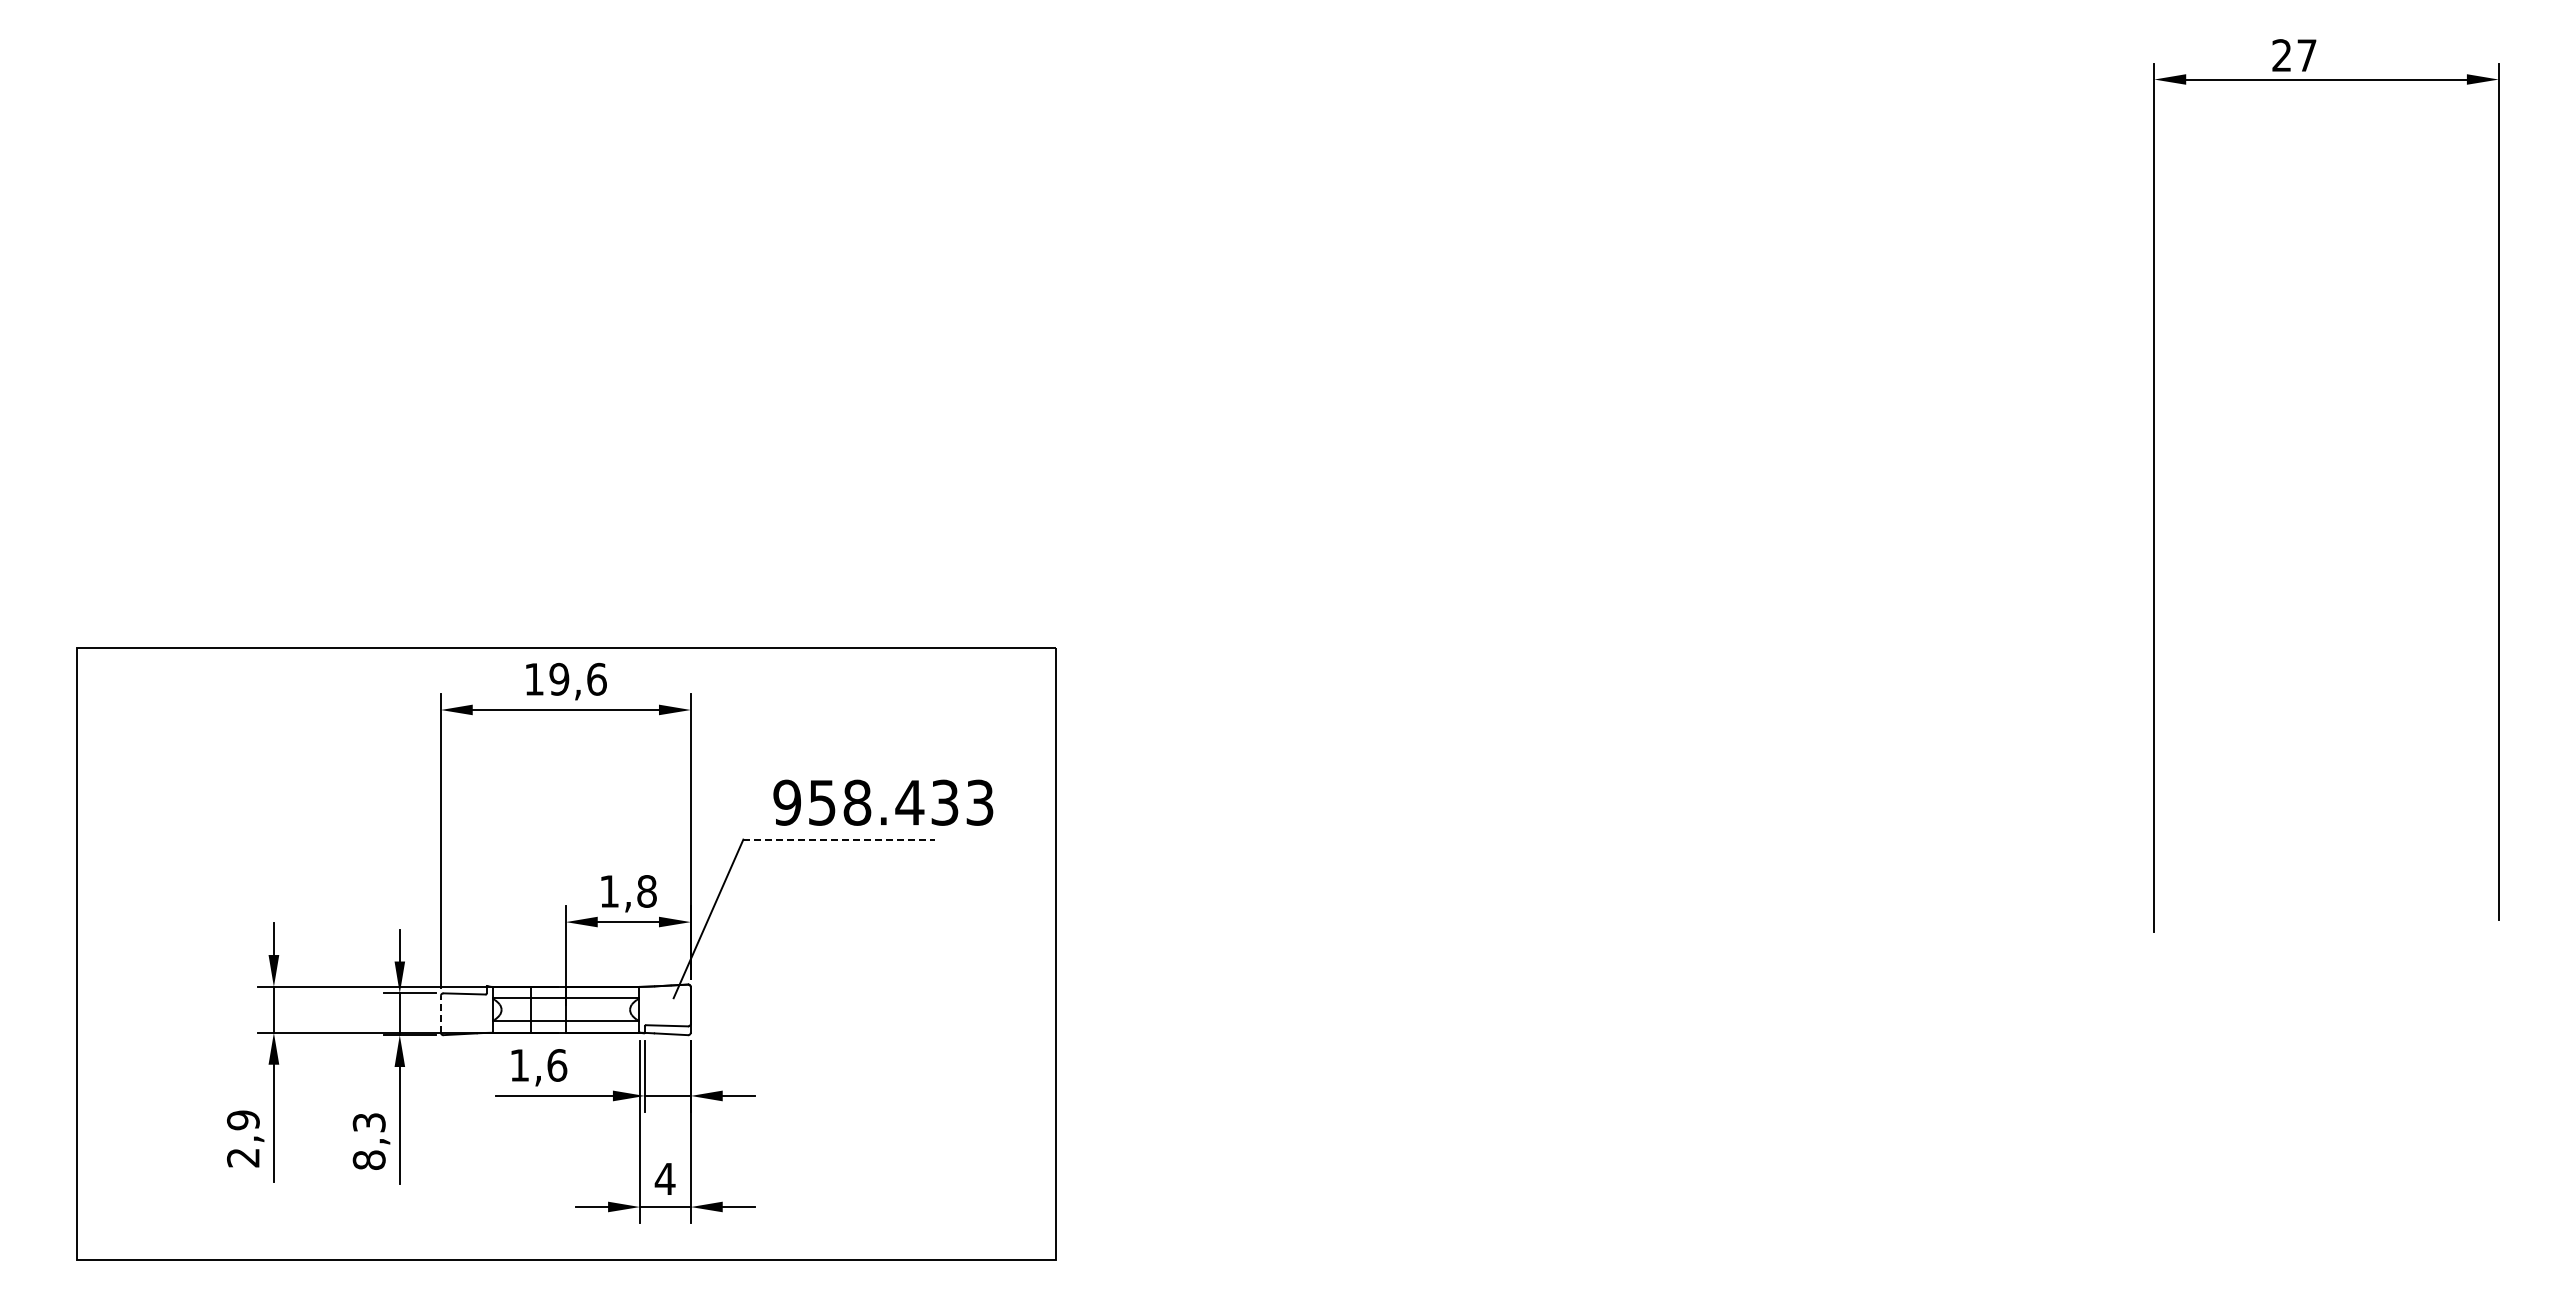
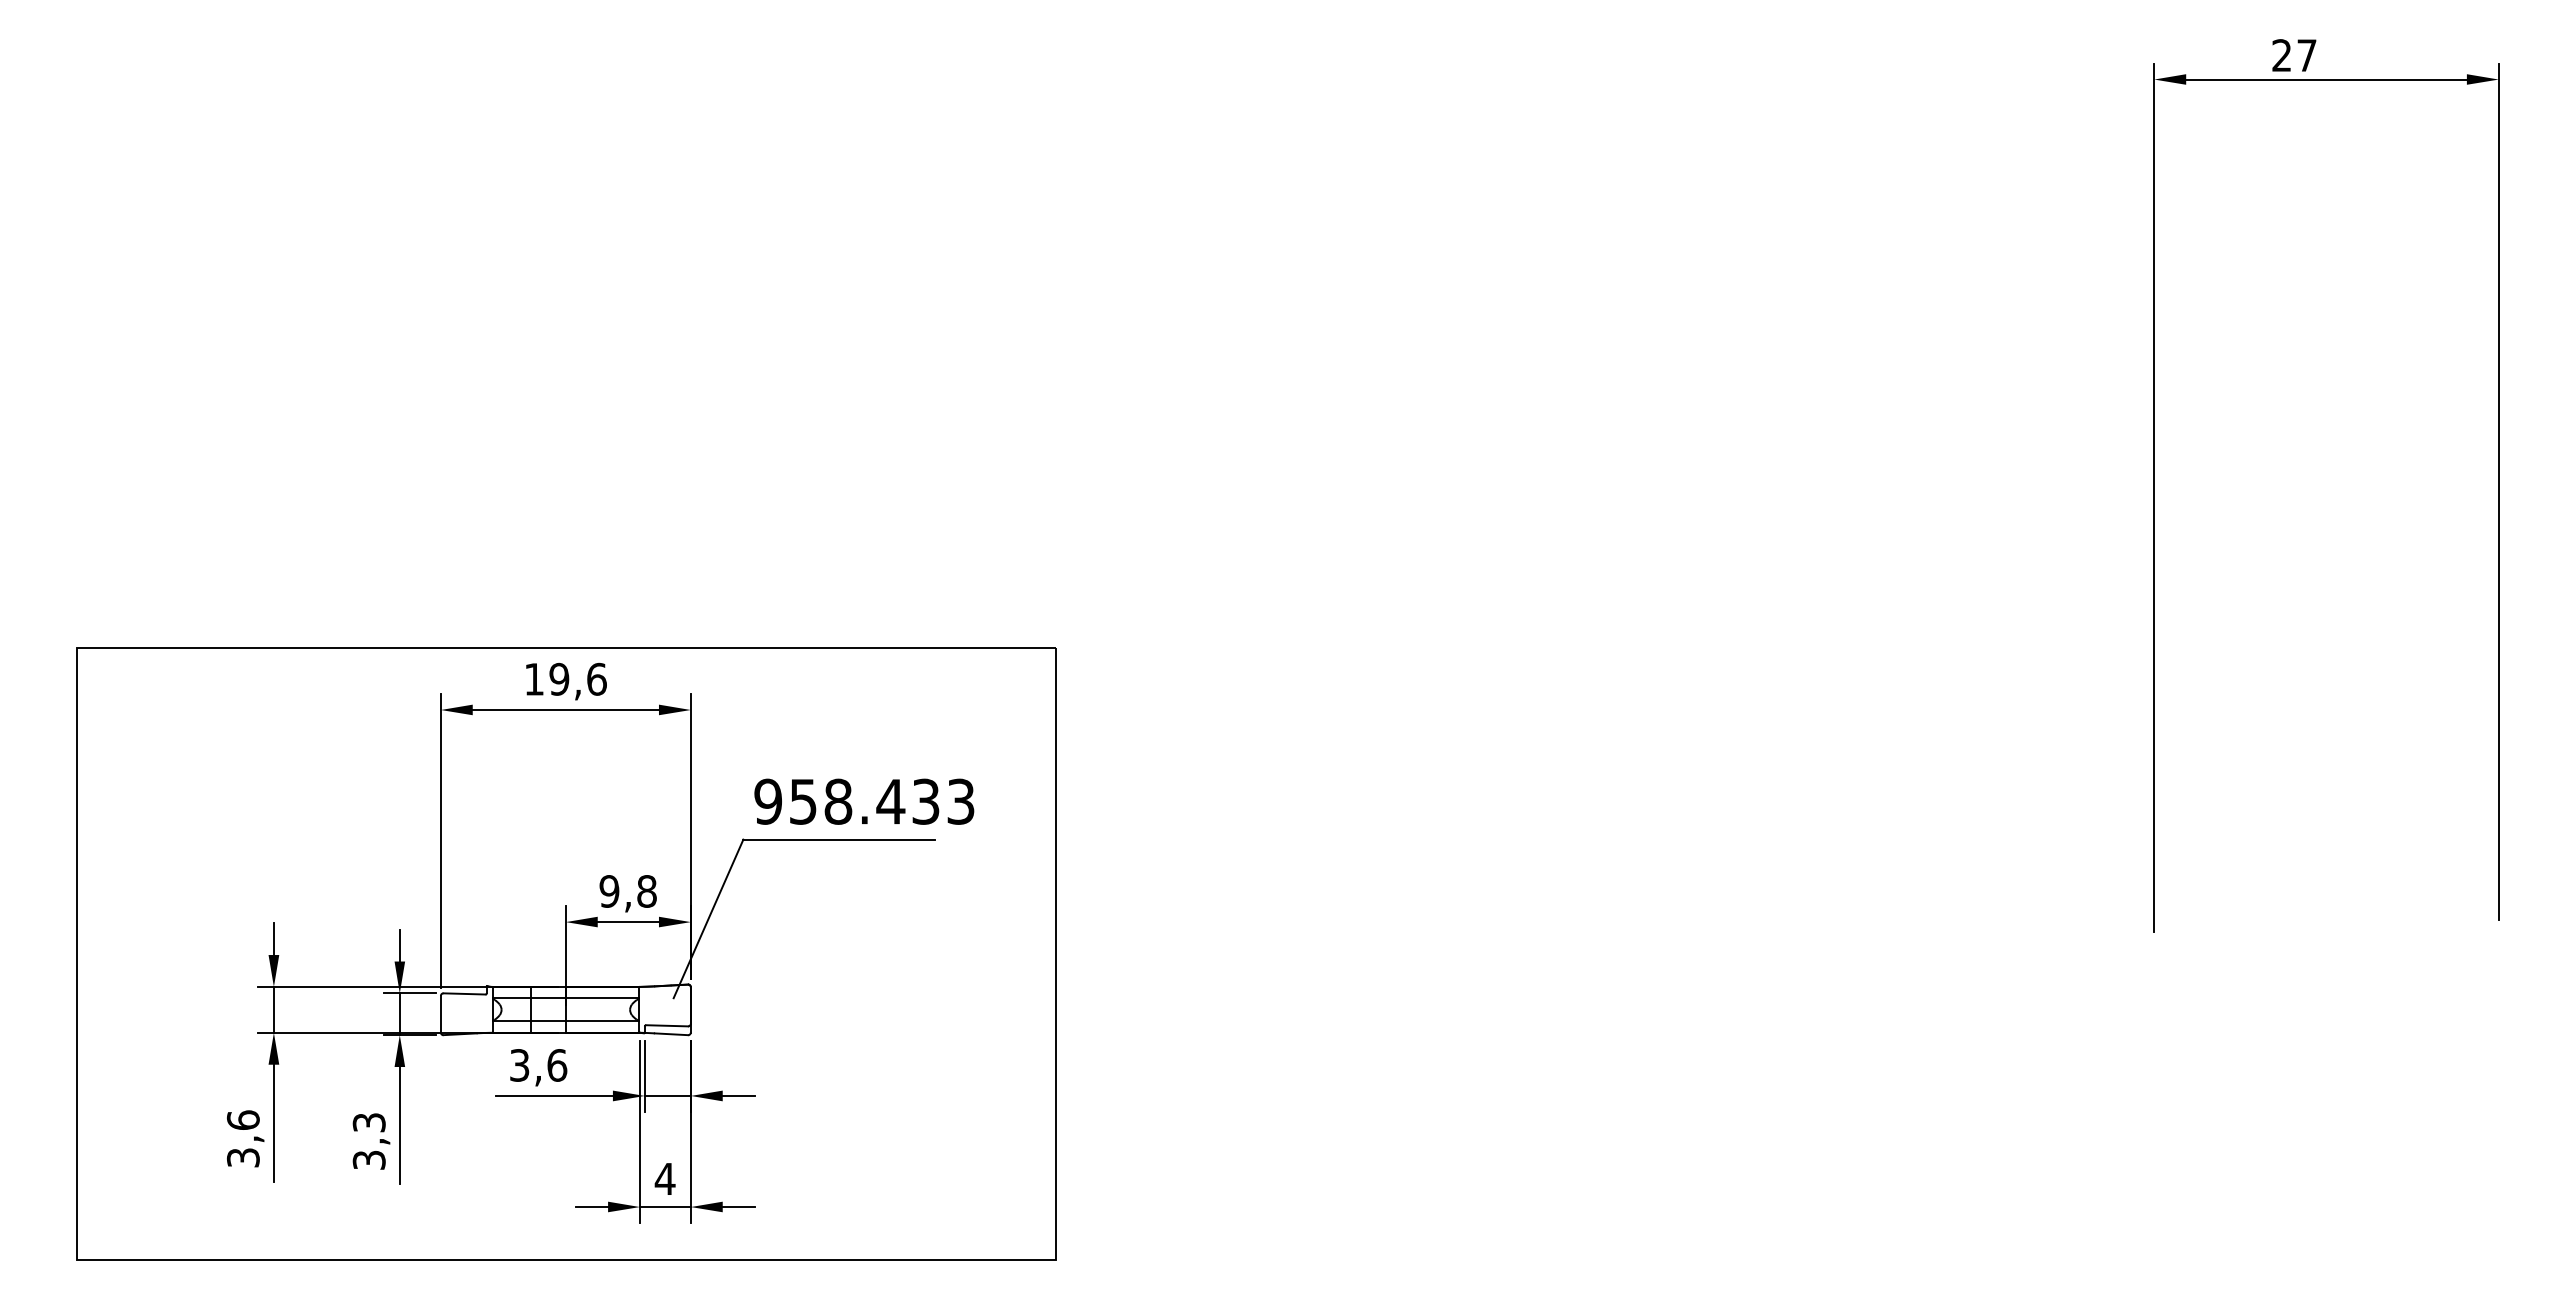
text at (883, 802) position: (883, 802) -> (864, 801)
line at (839, 839): dashed -> solid
text at (609, 891): 1,8 -> 9,8
line at (440, 1013): dashed -> solid
text at (519, 1065): 1,6 -> 3,6
text at (242, 1138): 2,9 -> 3,6
text at (368, 1159): 8,3 -> 3,3
